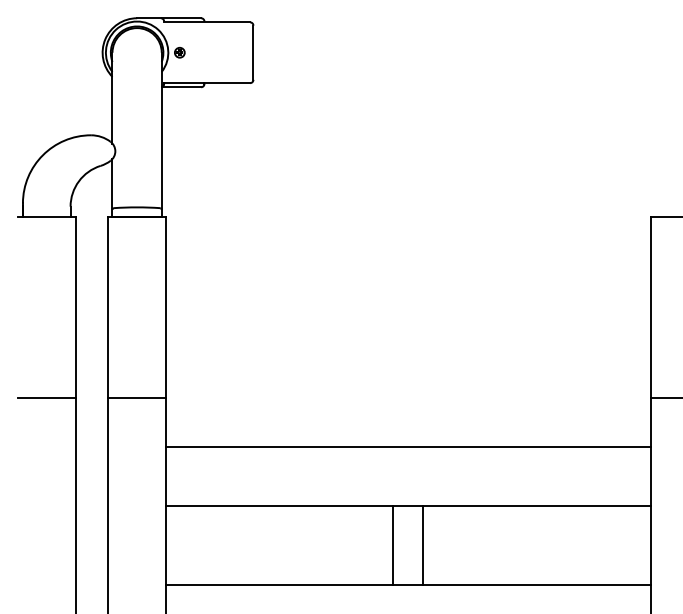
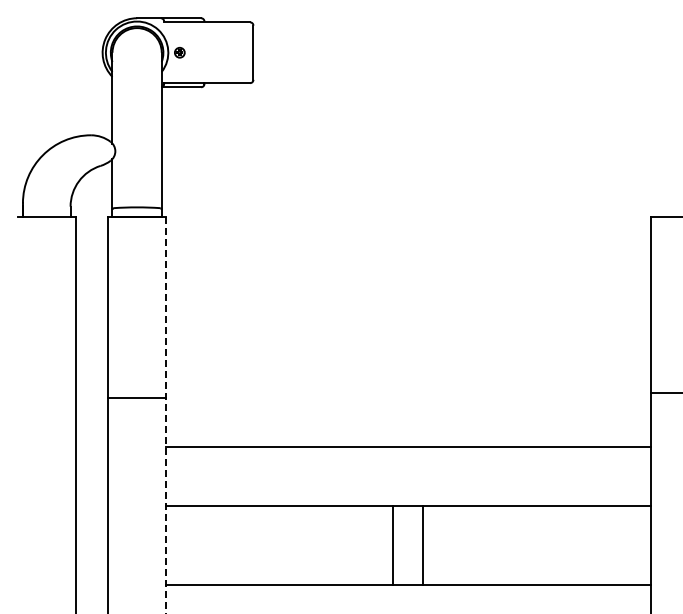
line at (46, 397): present -> none
line at (664, 397) position: (664, 397) -> (664, 392)
line at (165, 415): solid -> dashed
